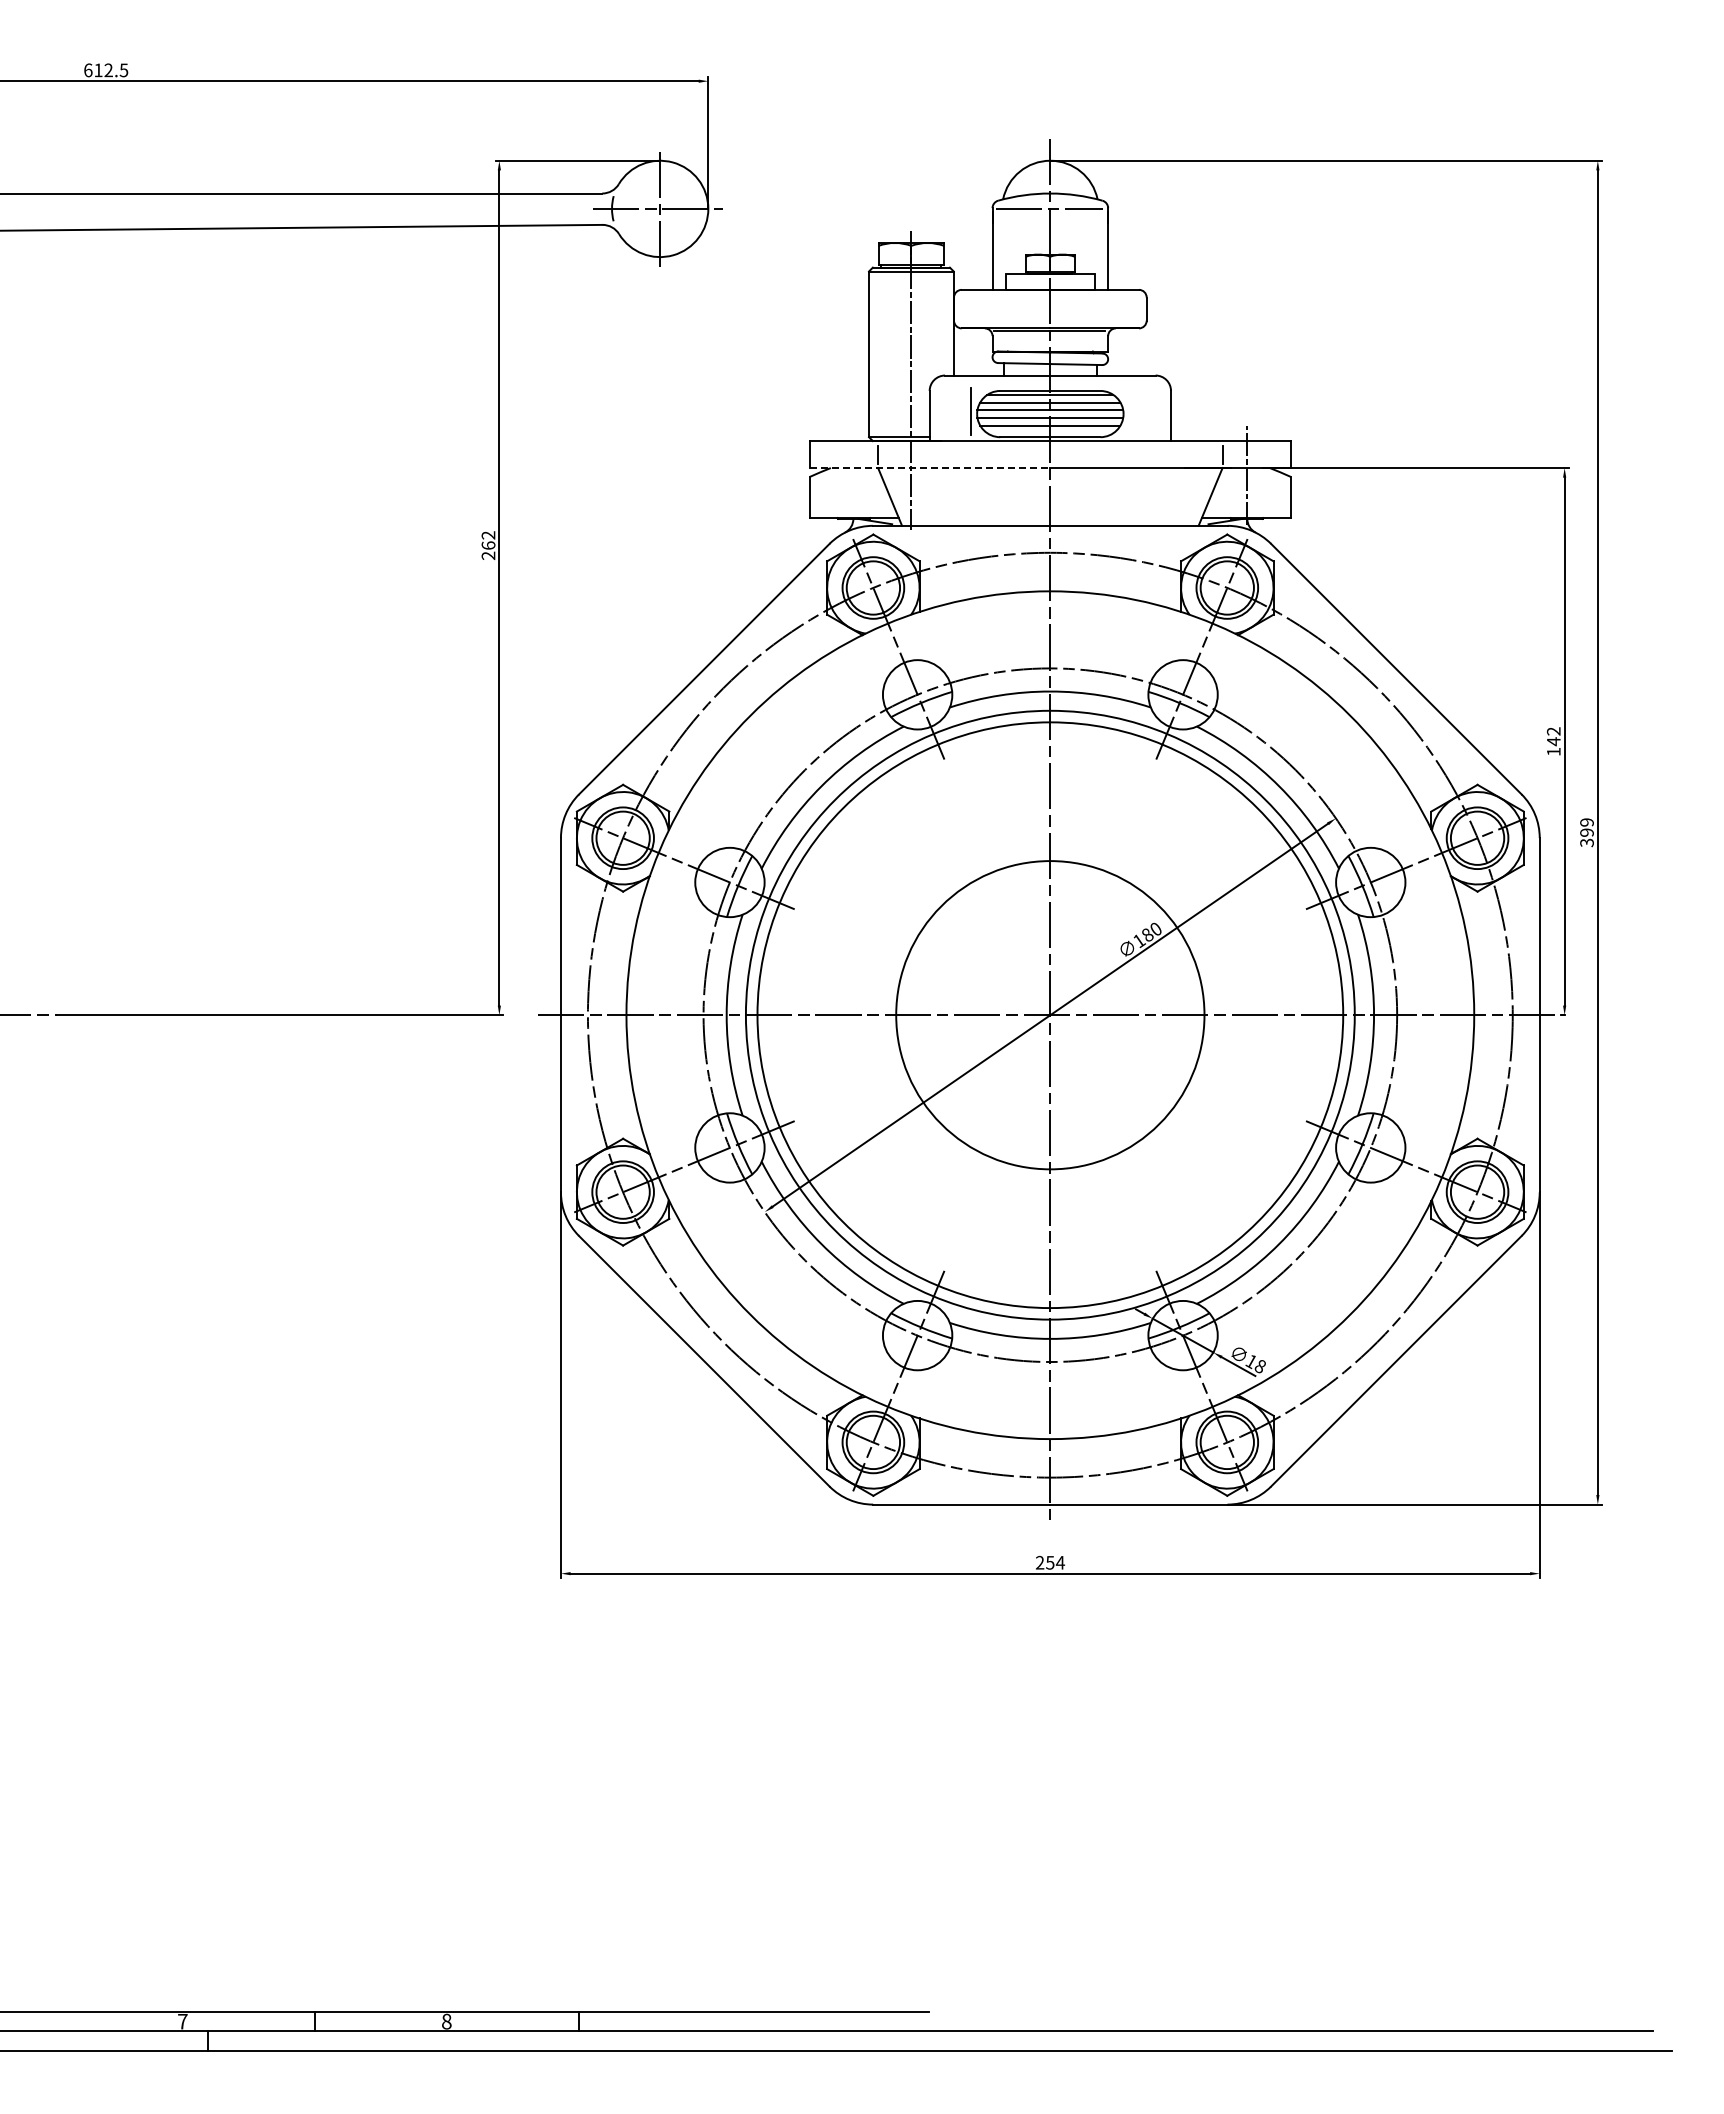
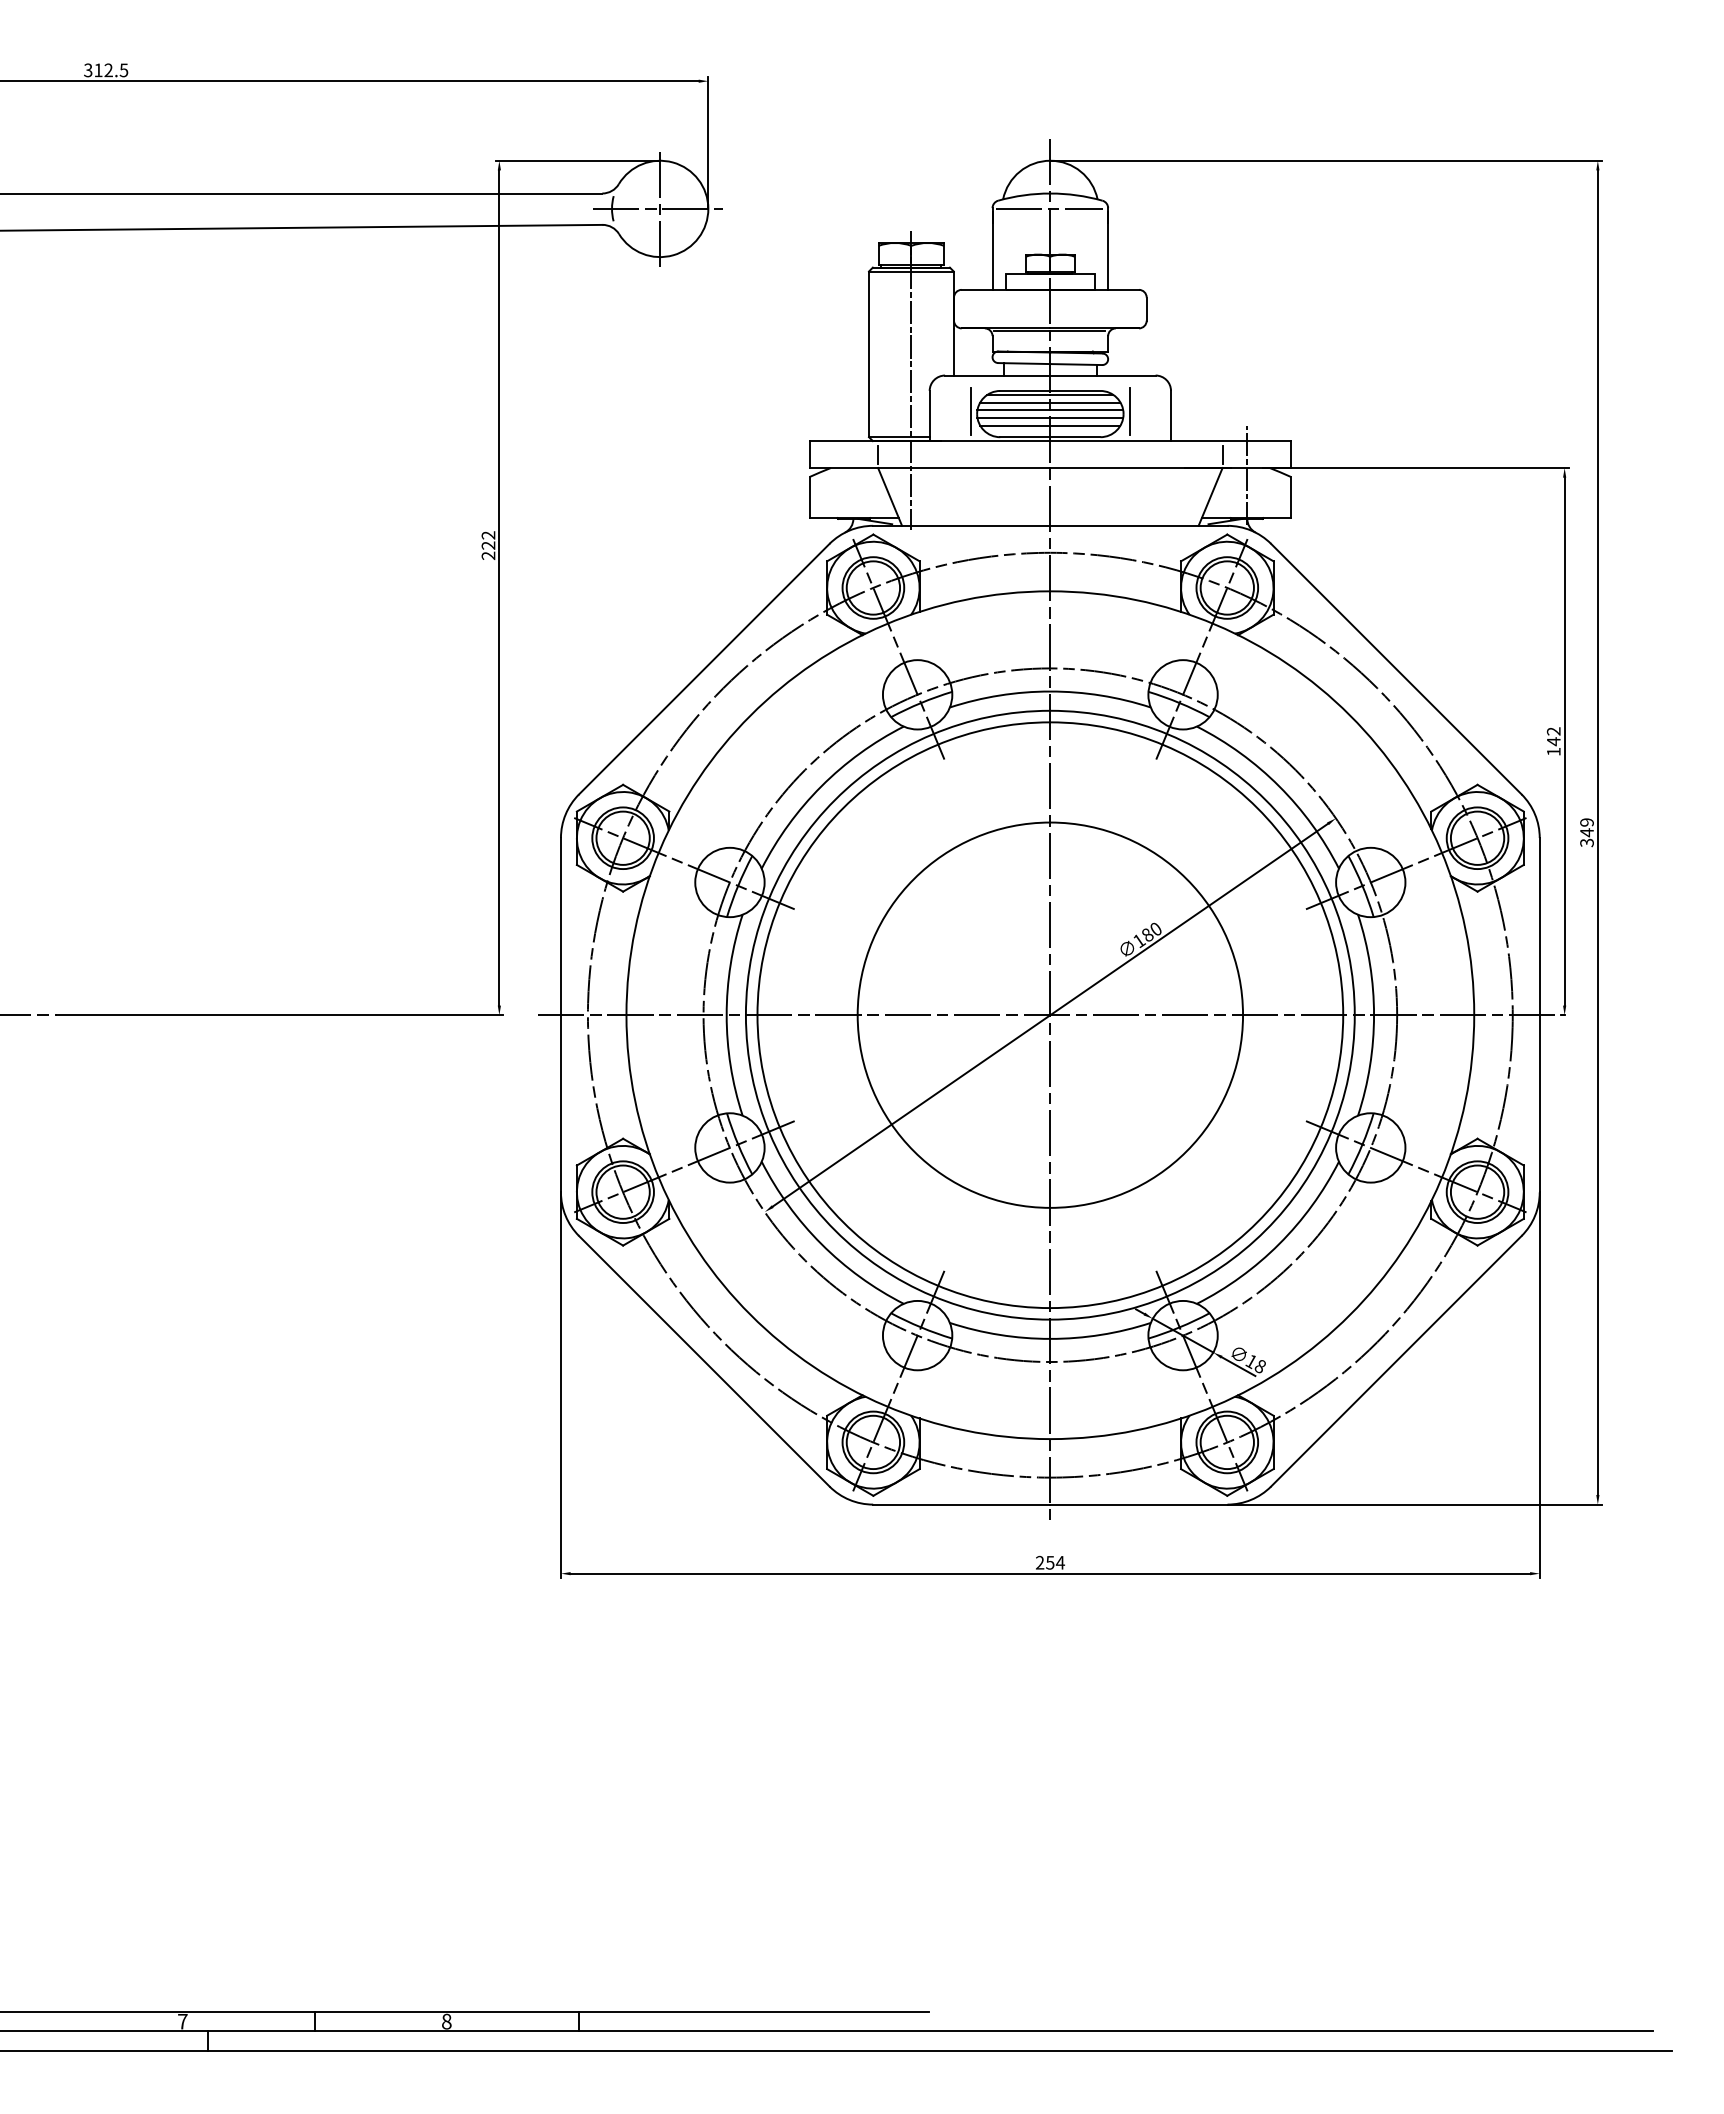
text at (88, 70): 612.5 -> 312.5
line at (1129, 411): none -> present
line at (930, 468): dashed -> solid
text at (488, 545): 262 -> 222
text at (1586, 832): 399 -> 349
circle at (1050, 1015) diameter: 308 px -> 385 px
